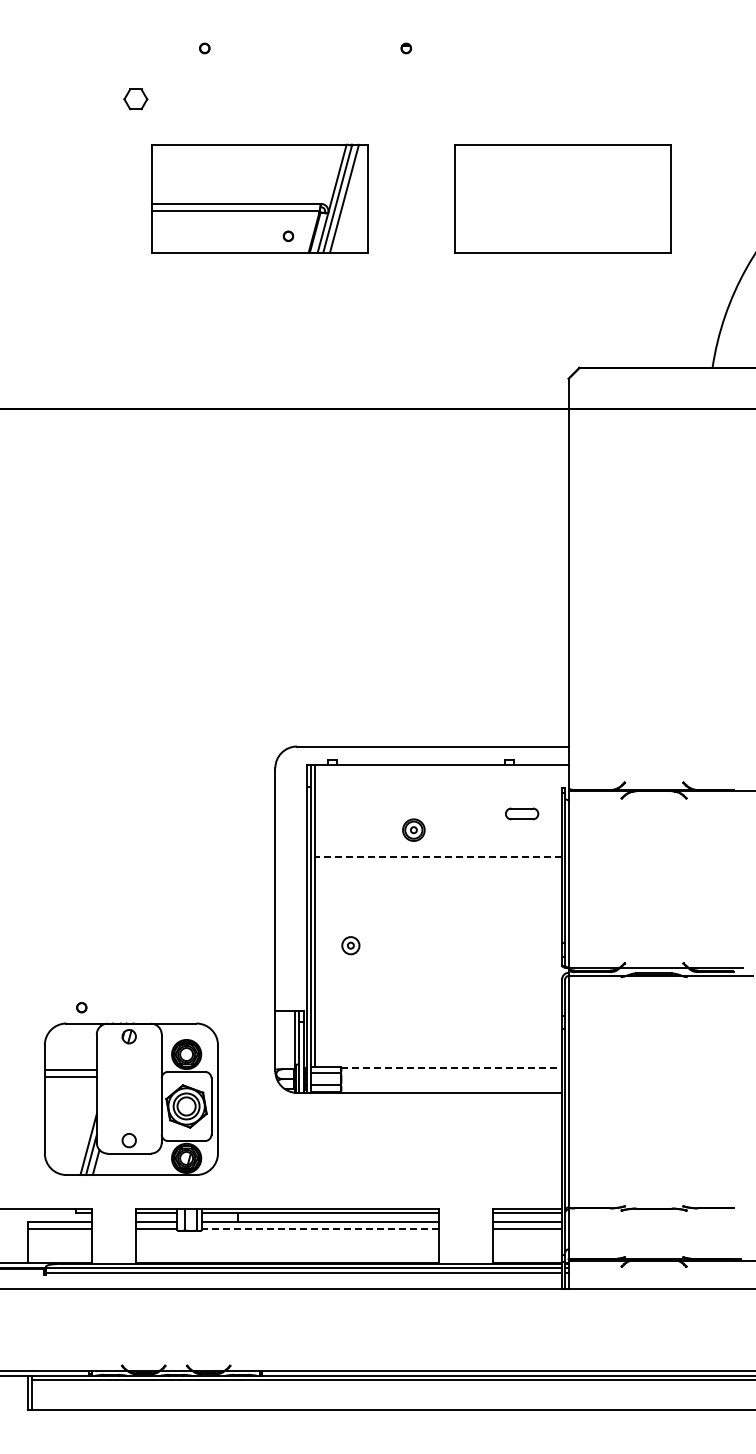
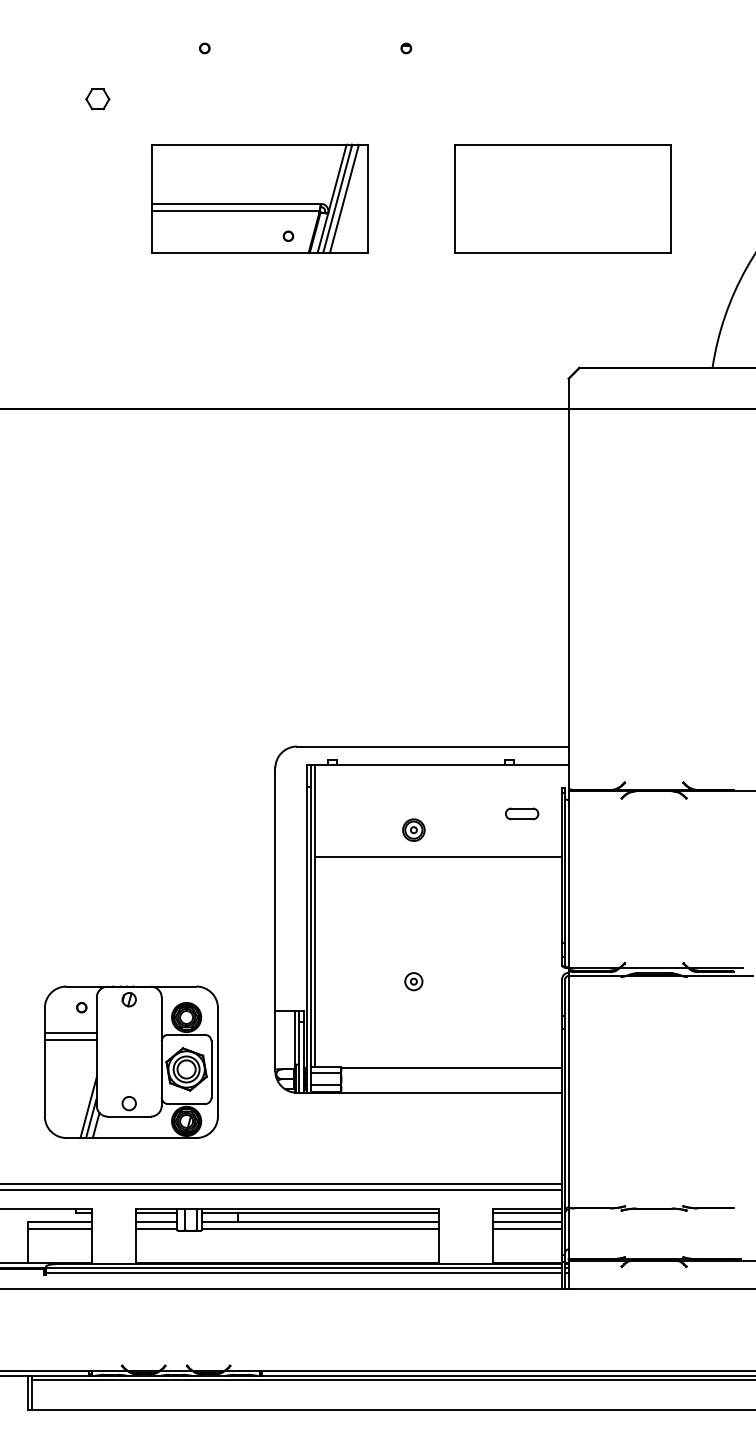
part at (135, 99) position: (135, 99) -> (97, 99)
line at (438, 857): dashed -> solid
part at (350, 945) position: (350, 945) -> (413, 981)
line at (452, 1068): dashed -> solid
part at (131, 1098) position: (131, 1098) -> (131, 1061)
line at (282, 1183): none -> present
line at (282, 1190): none -> present
line at (320, 1228): dashed -> solid
